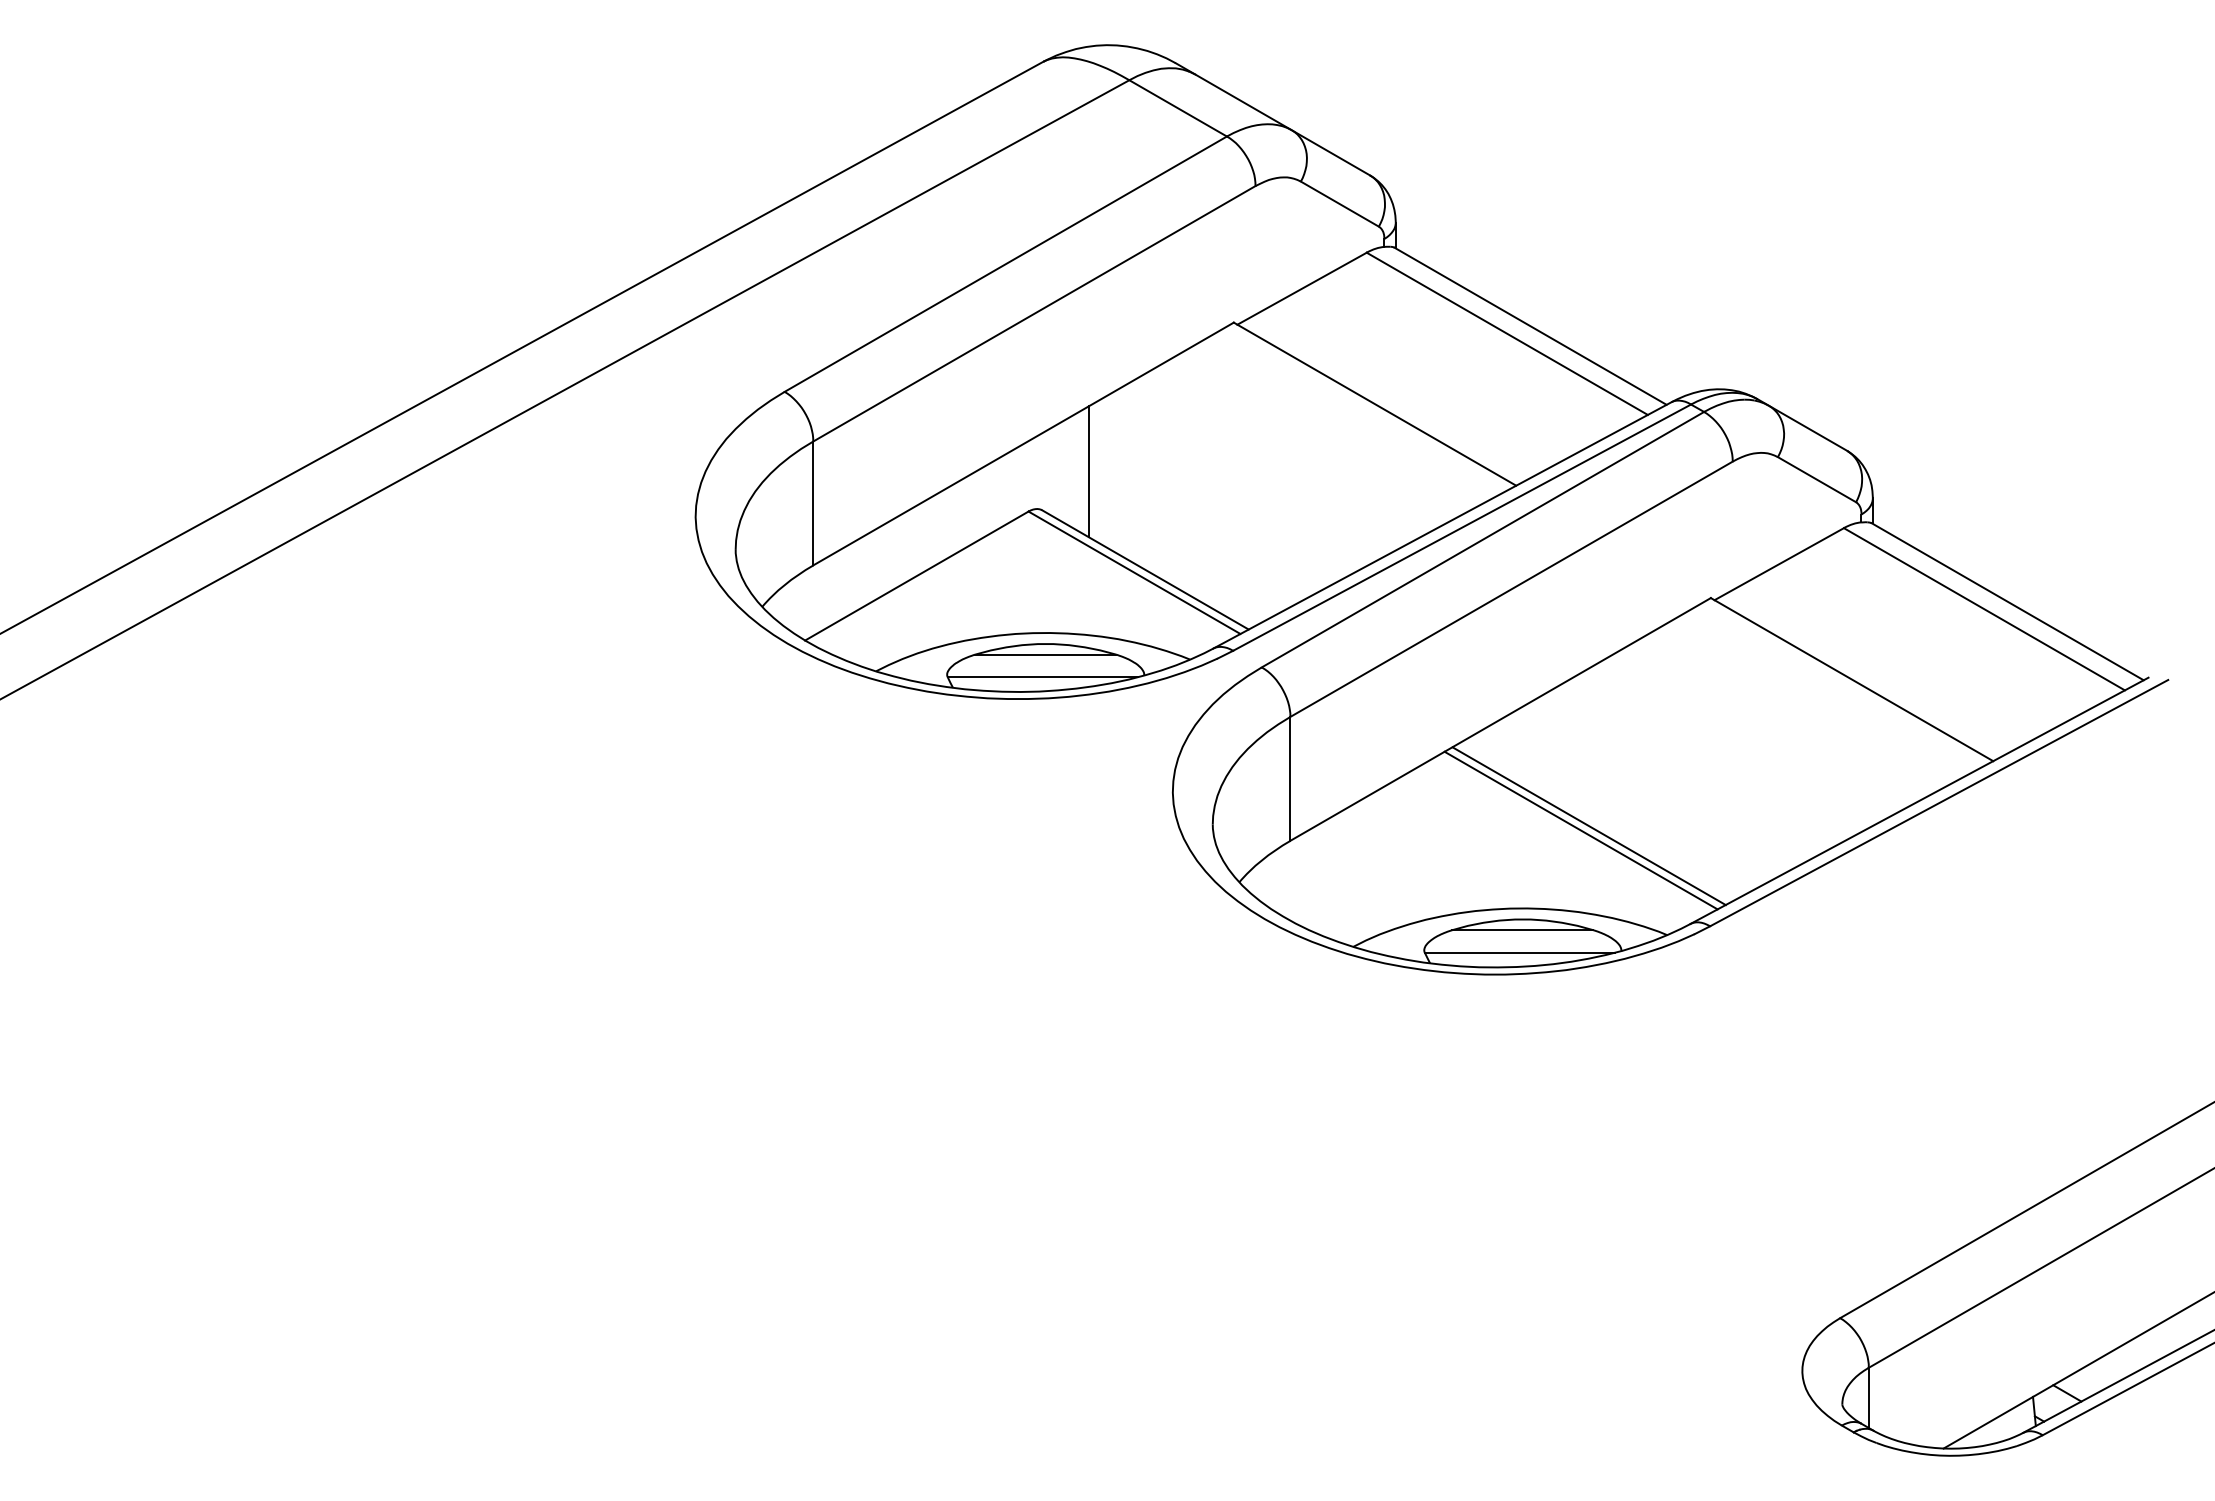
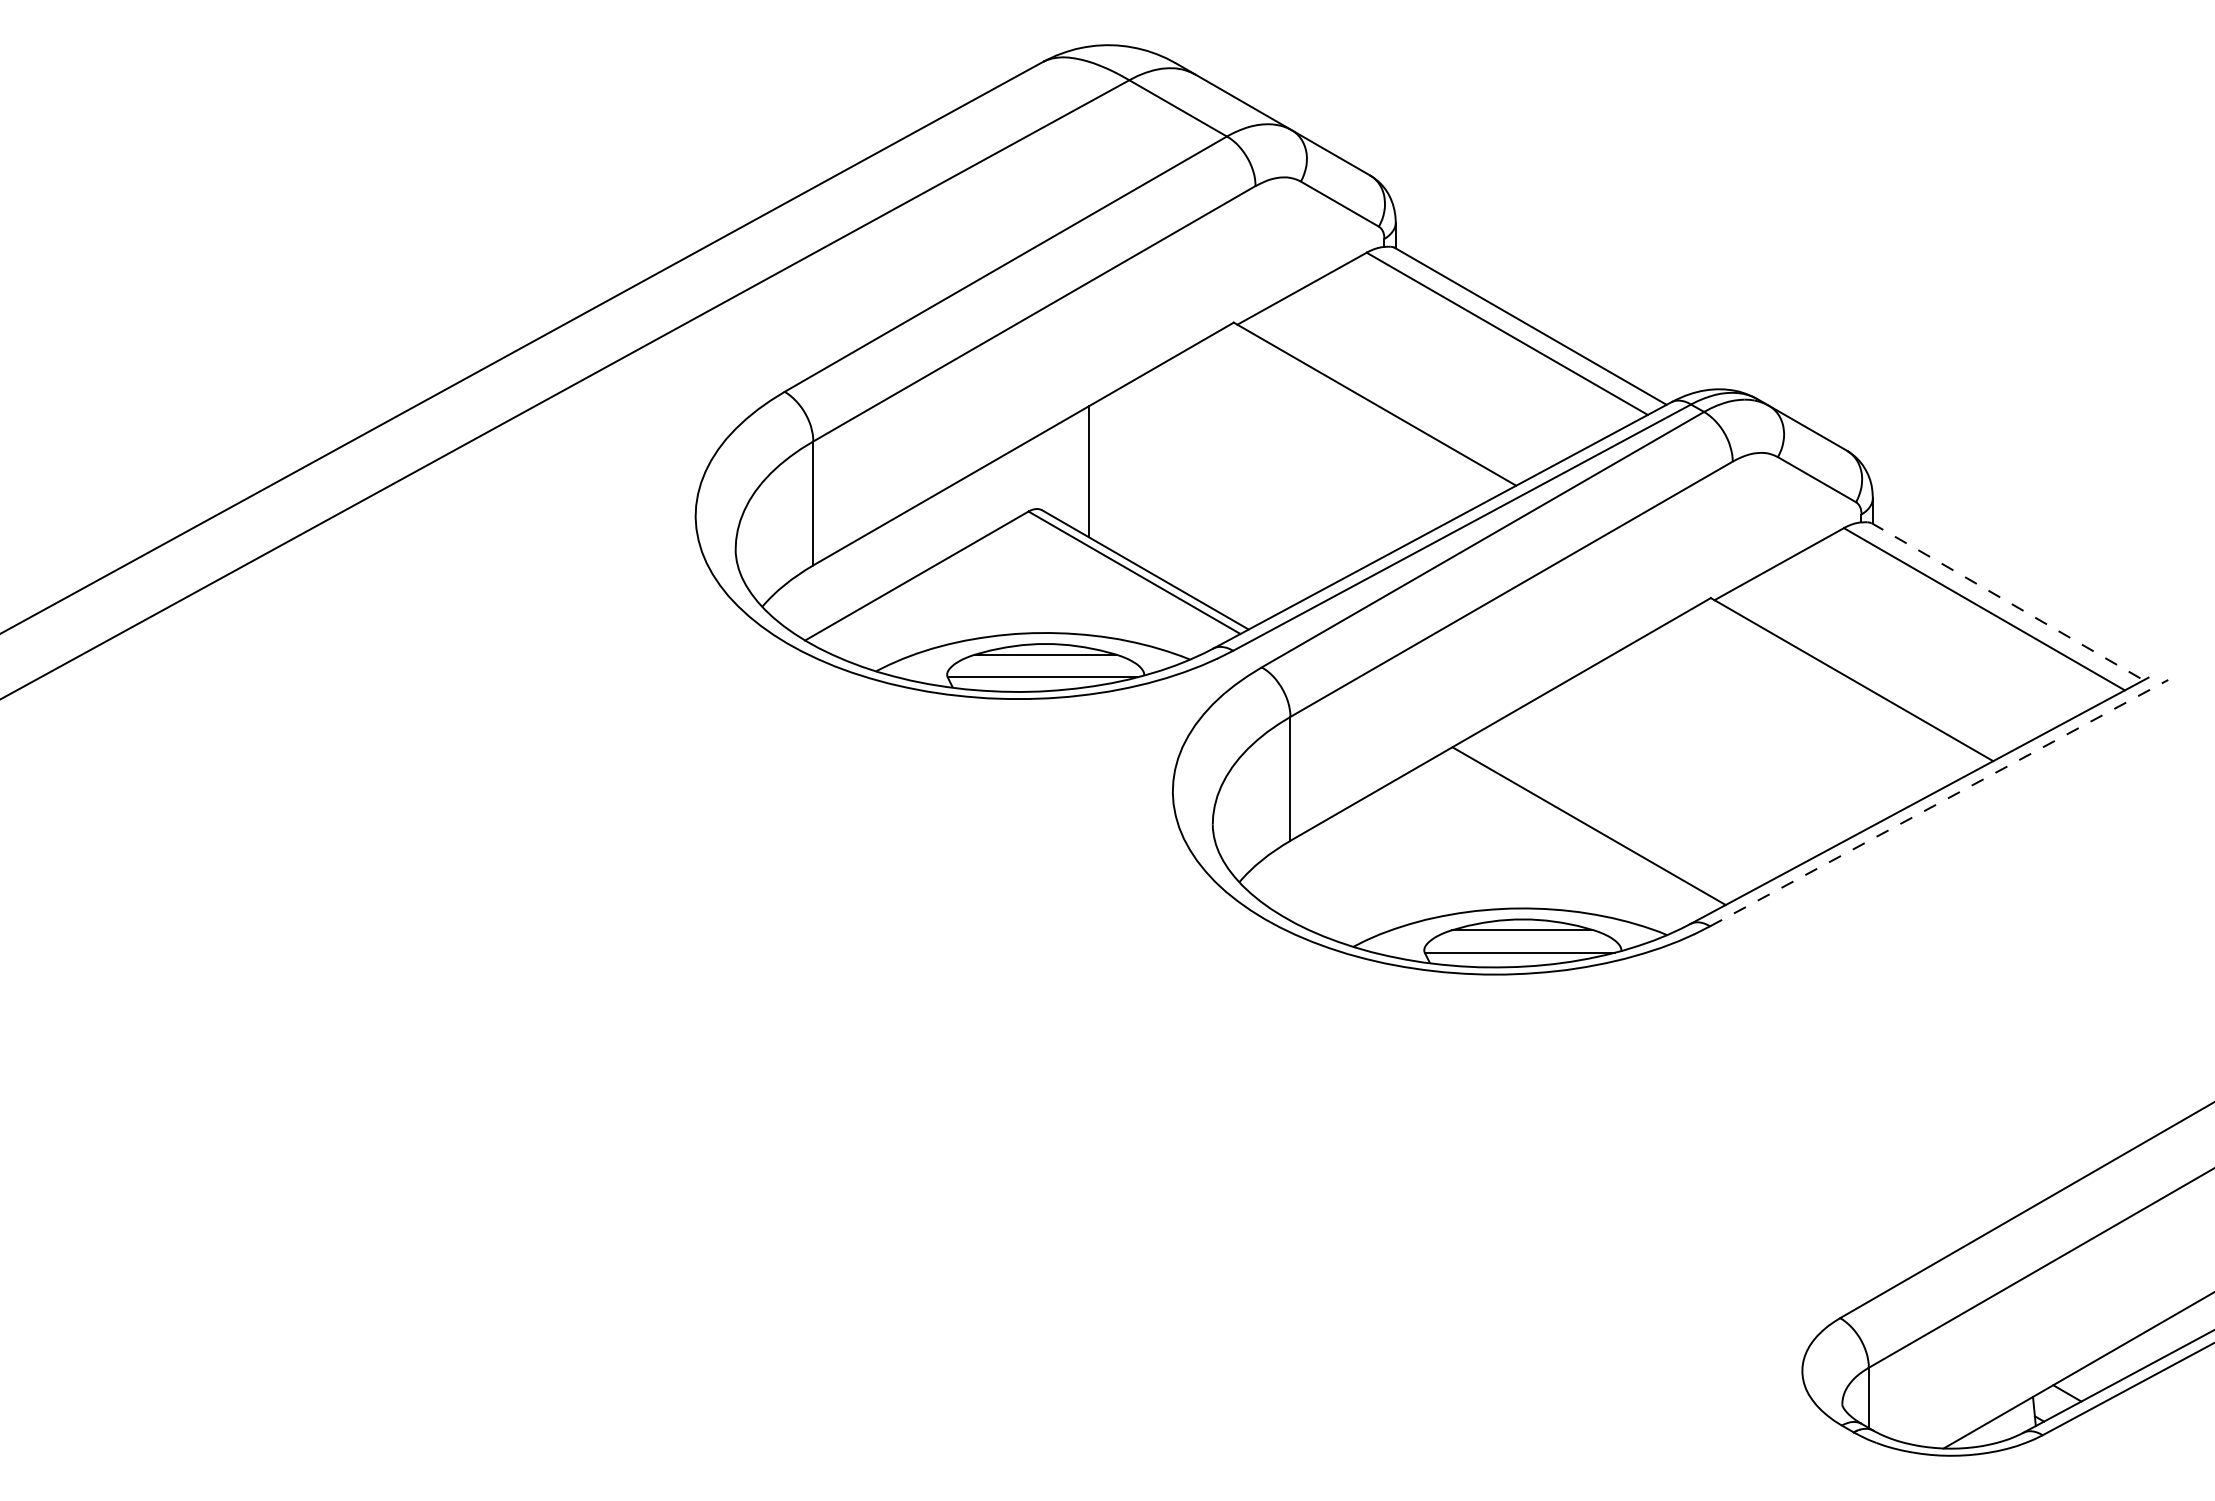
line at (2008, 601): solid -> dashed
line at (1939, 802): solid -> dashed
line at (1580, 830): present -> none
